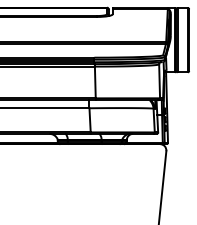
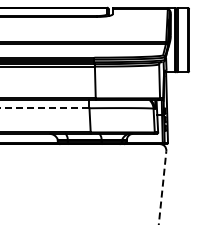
line at (44, 108): solid -> dashed
line at (162, 187): solid -> dashed
